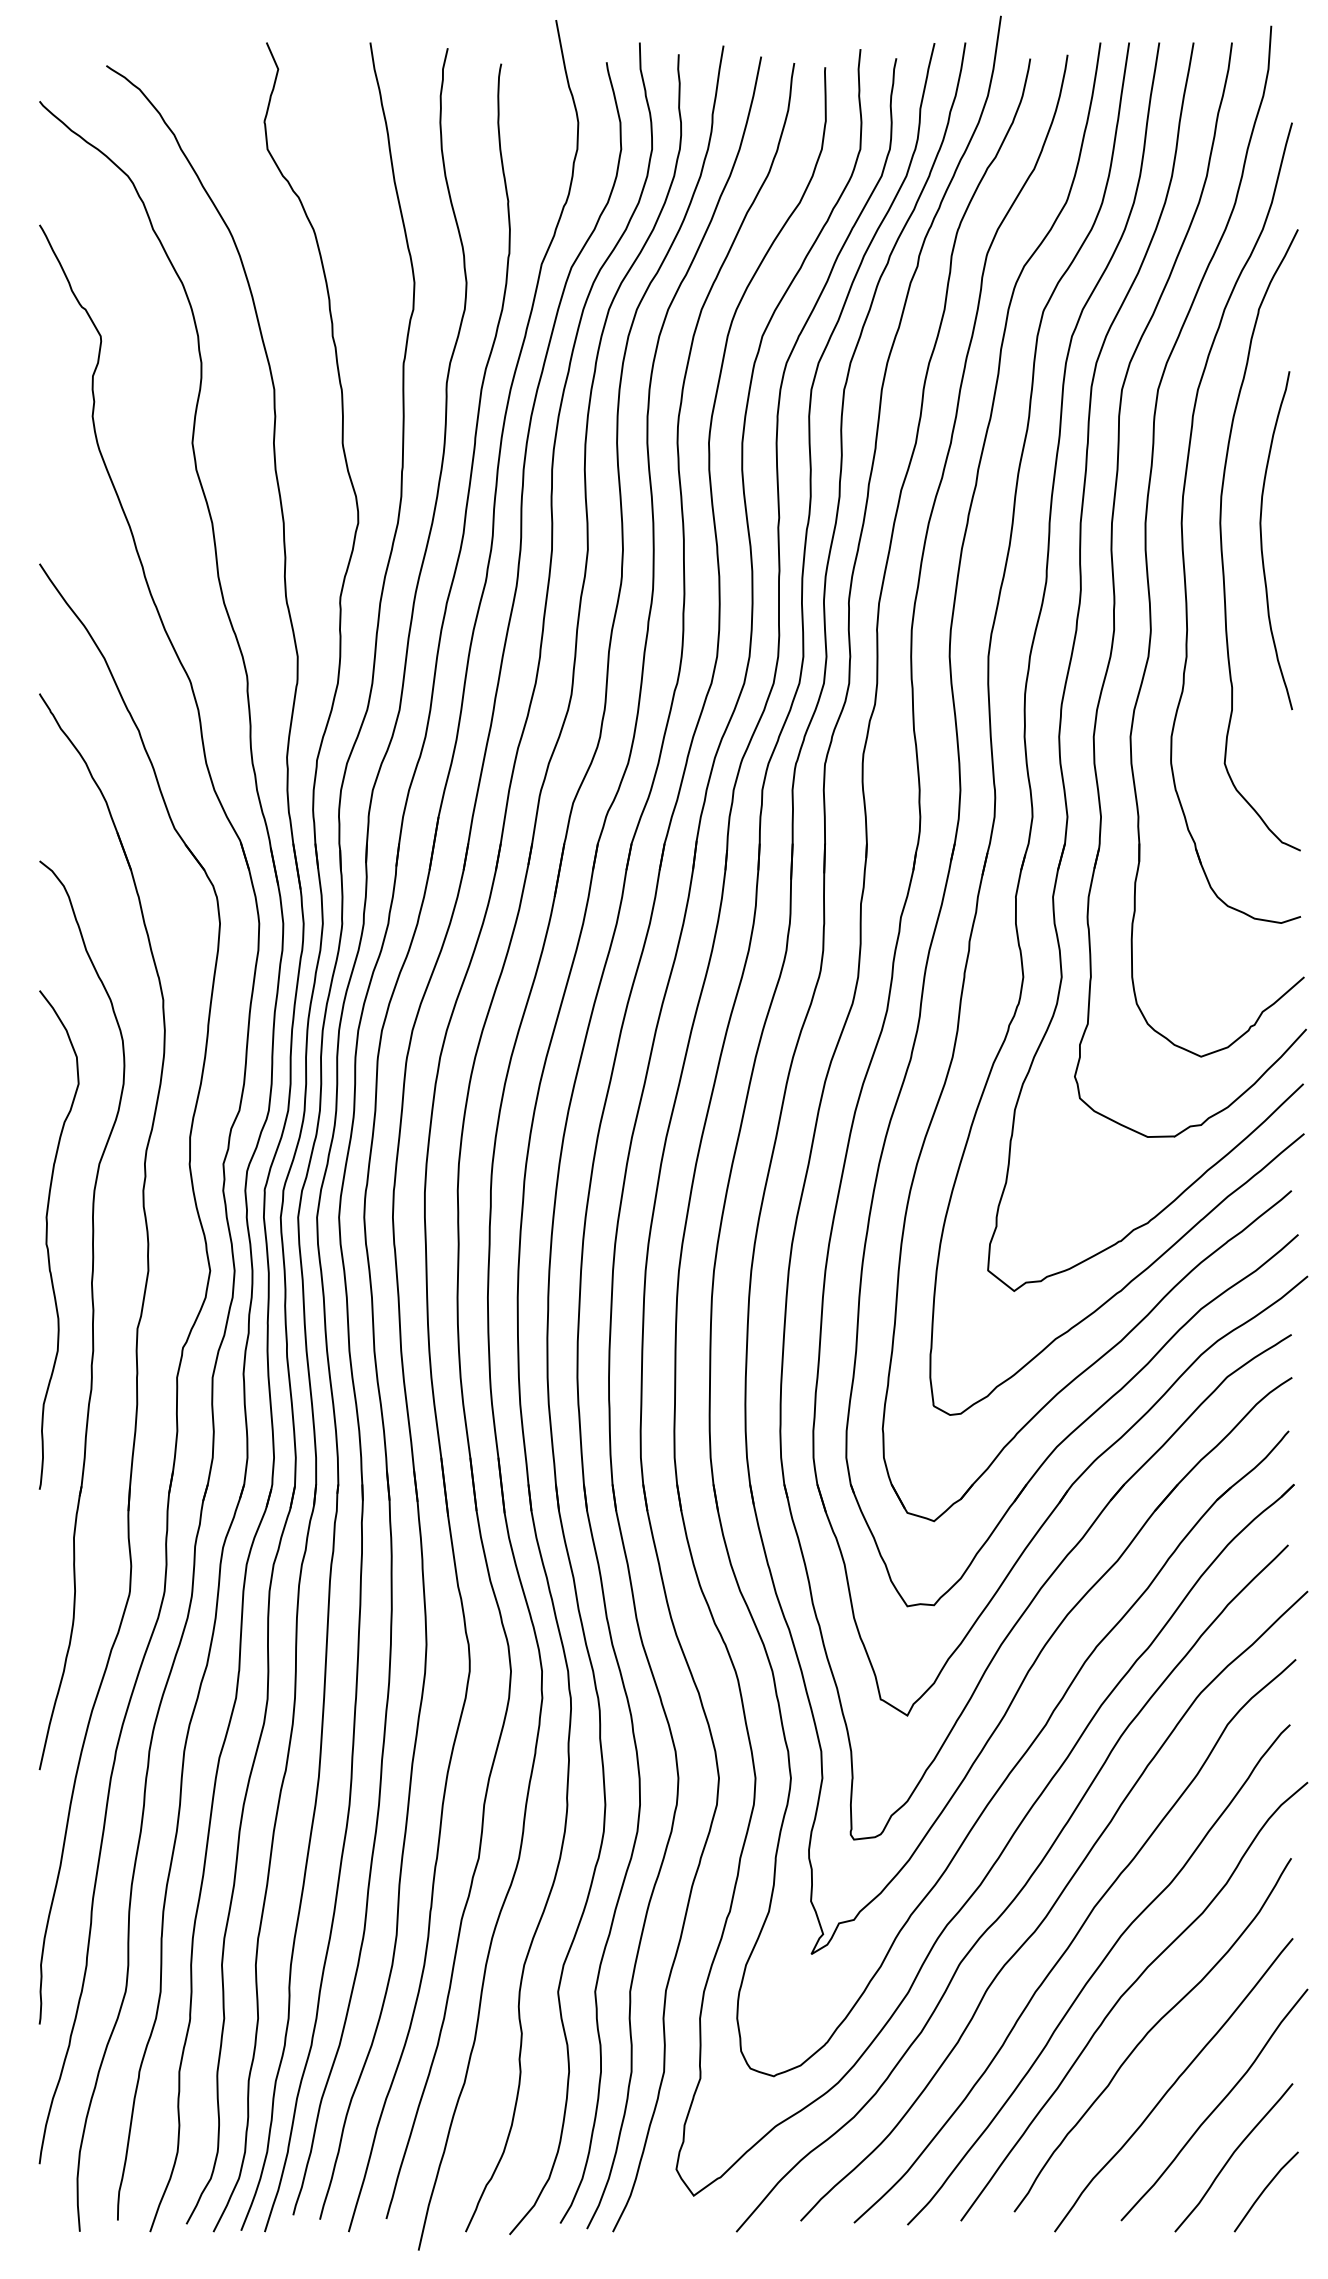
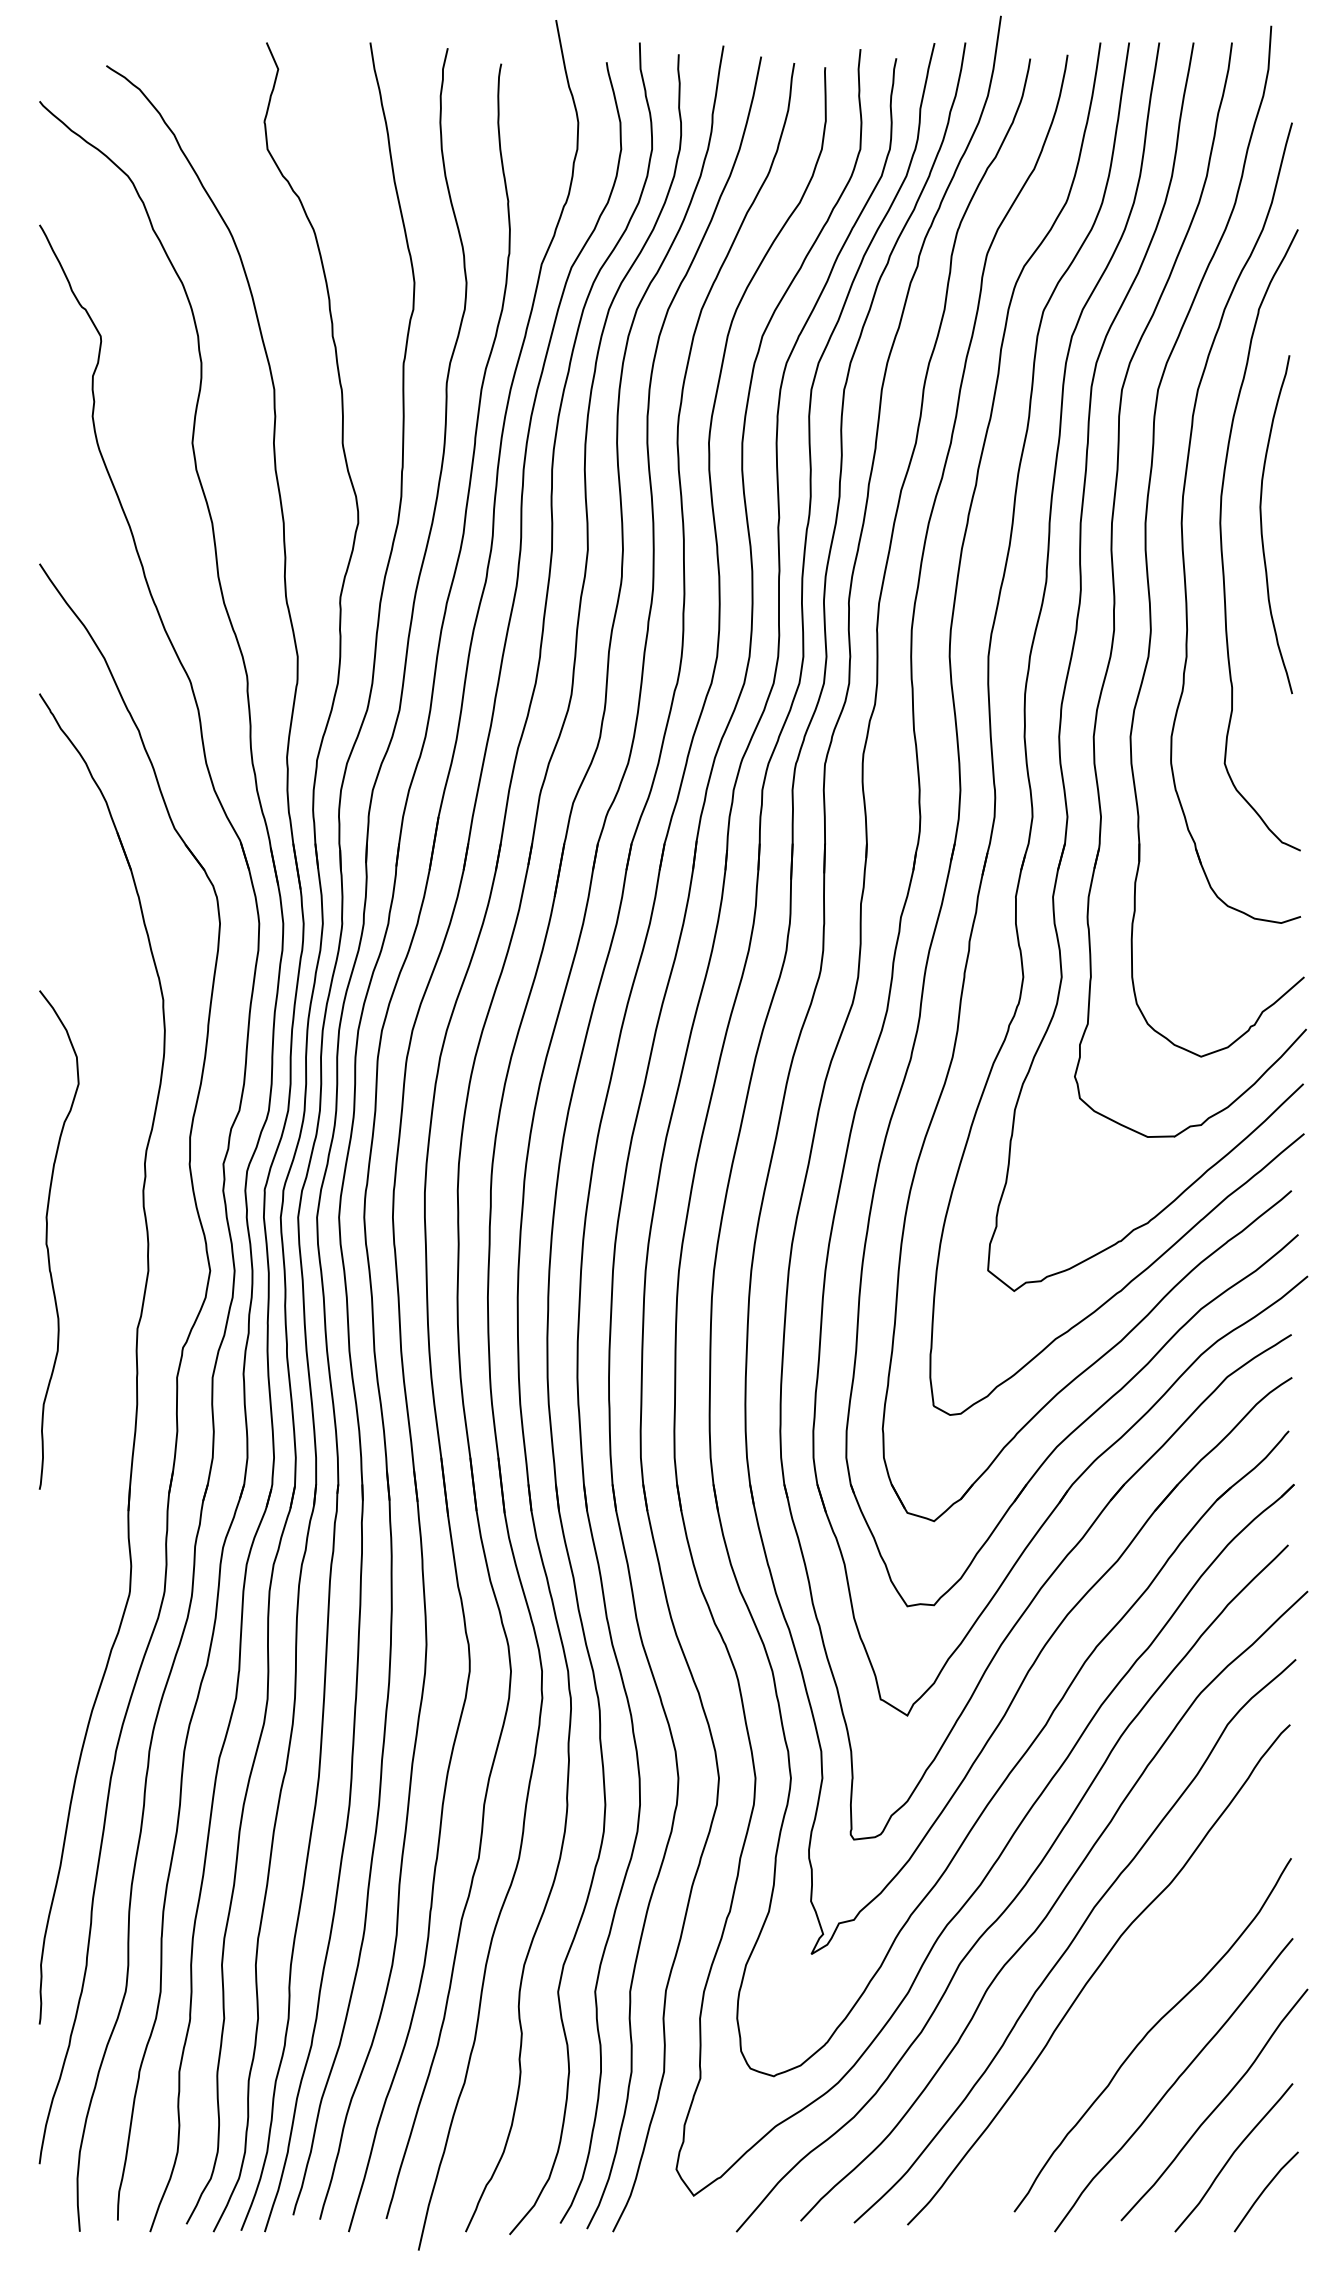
curve at (1262, 540) position: (1262, 540) -> (1262, 524)
part at (92, 1315): present -> none
curve at (1126, 1992): present -> none
